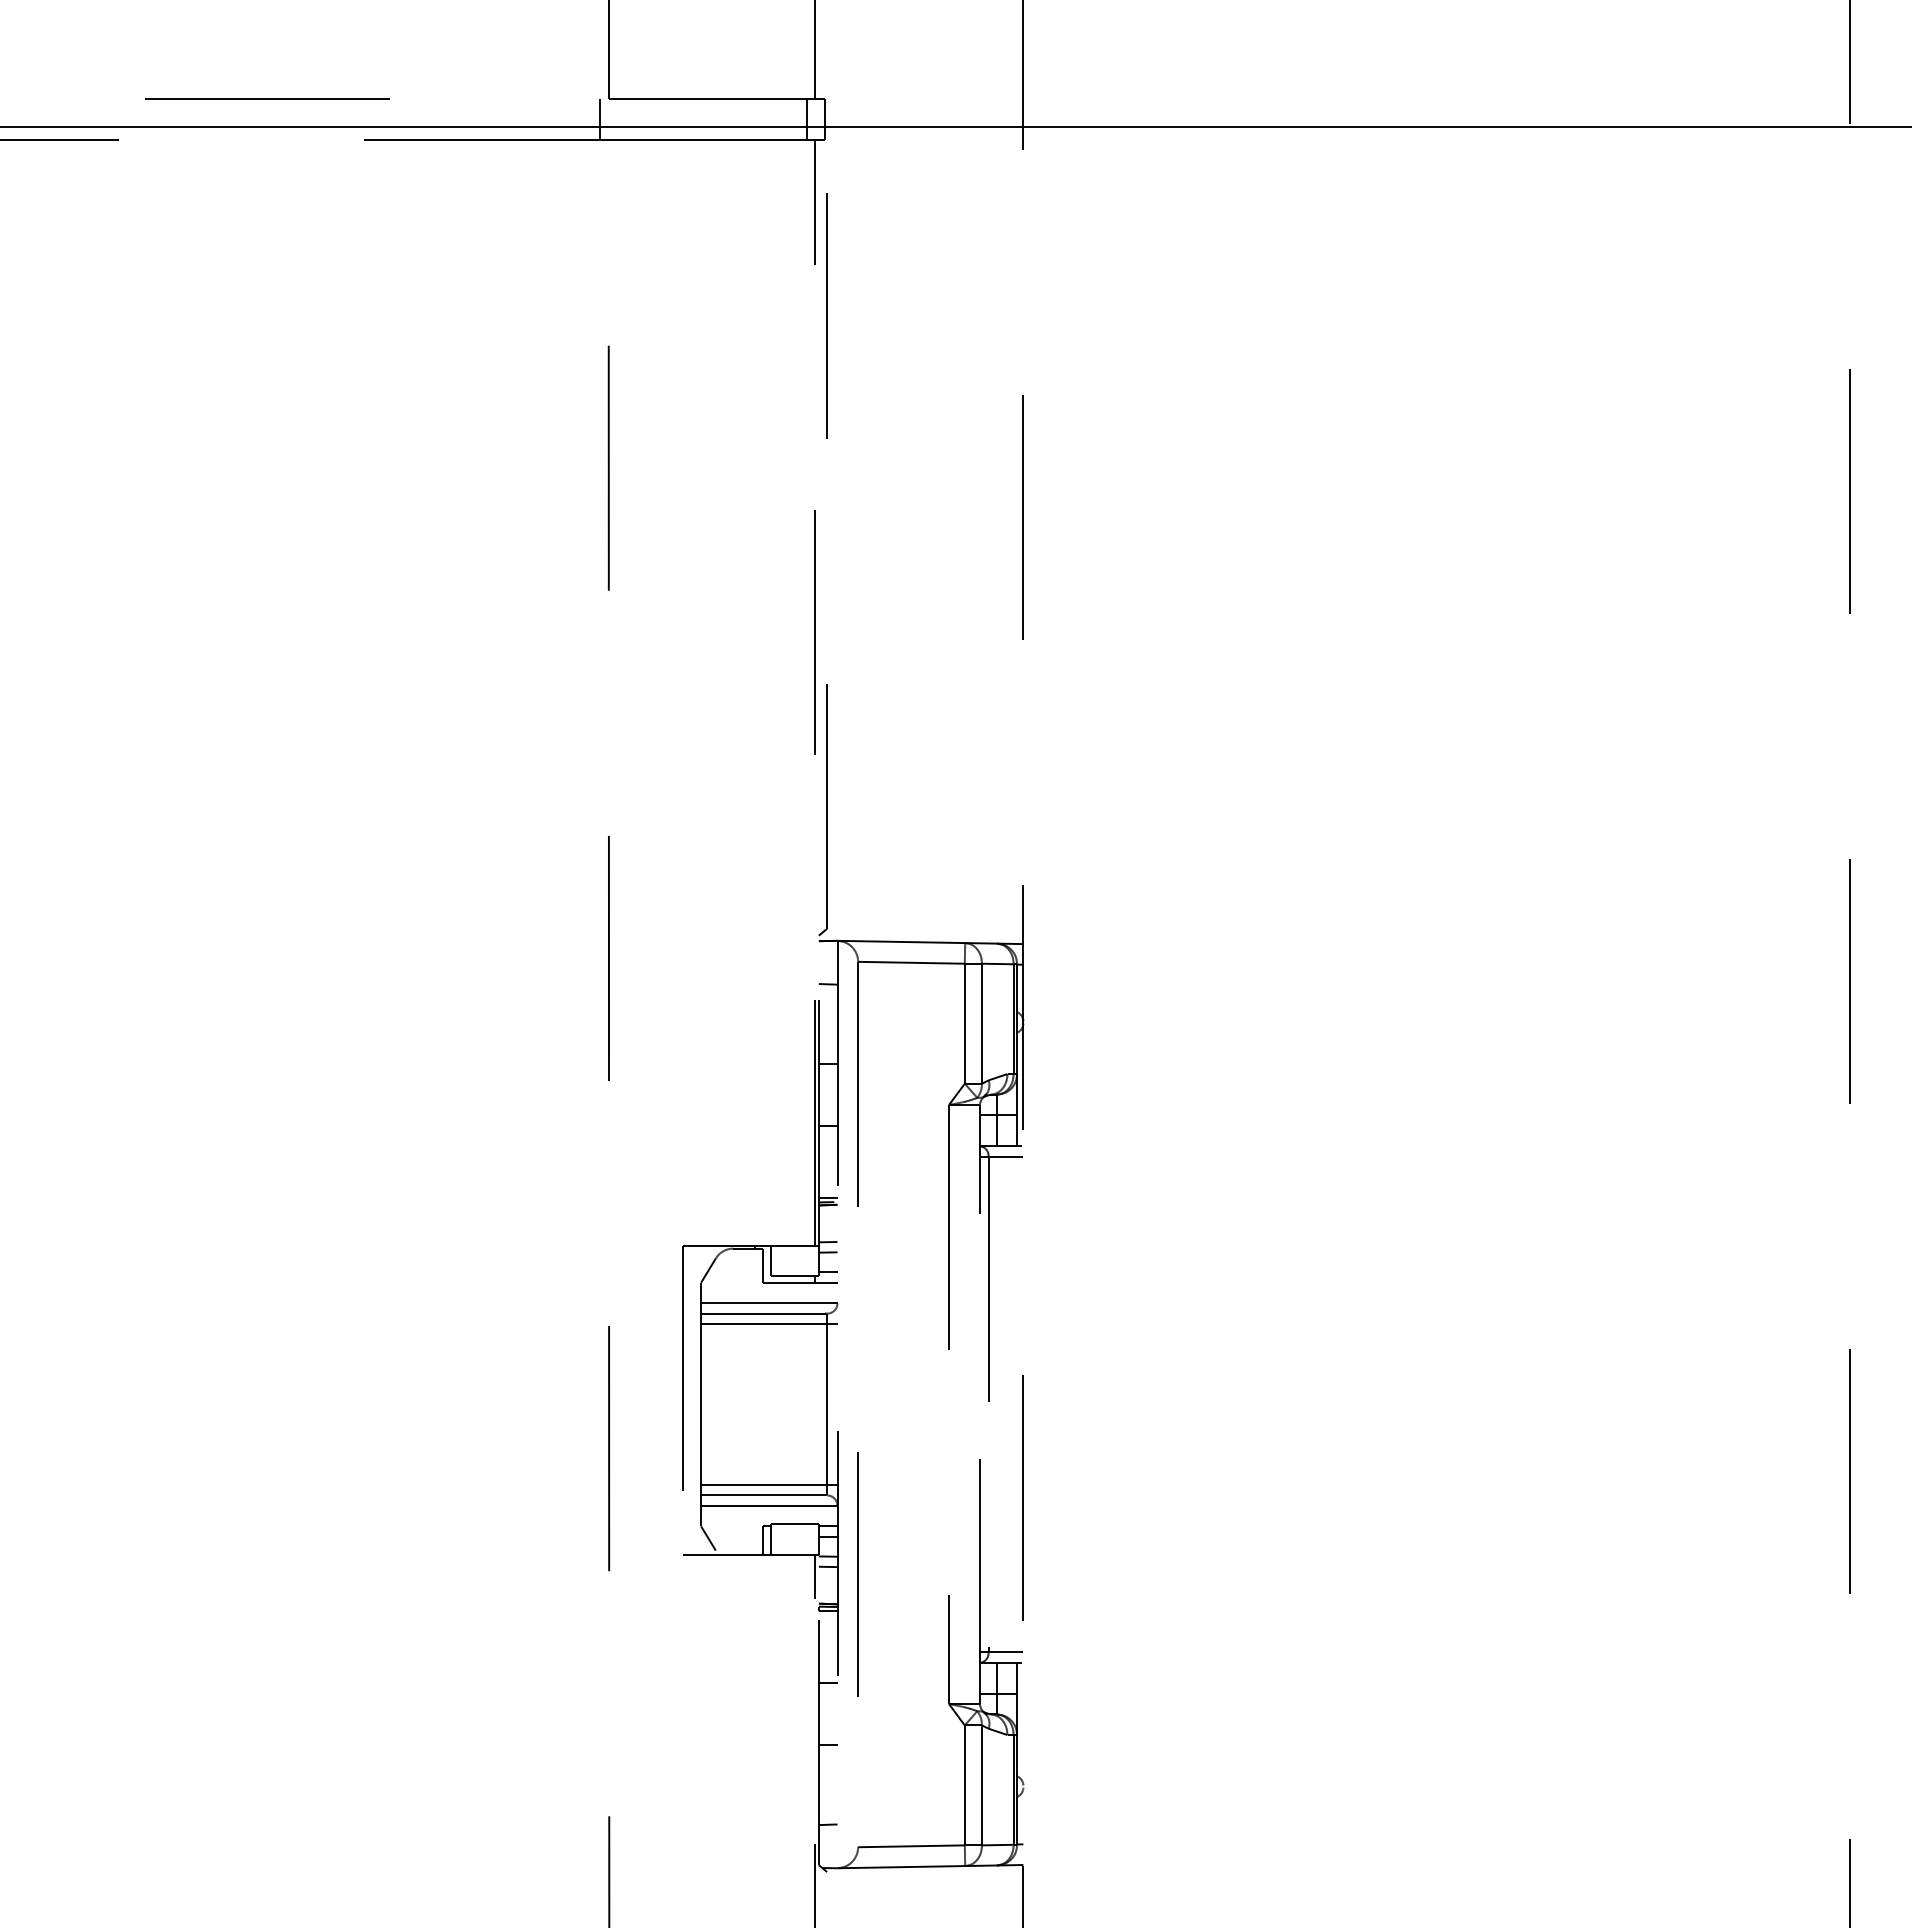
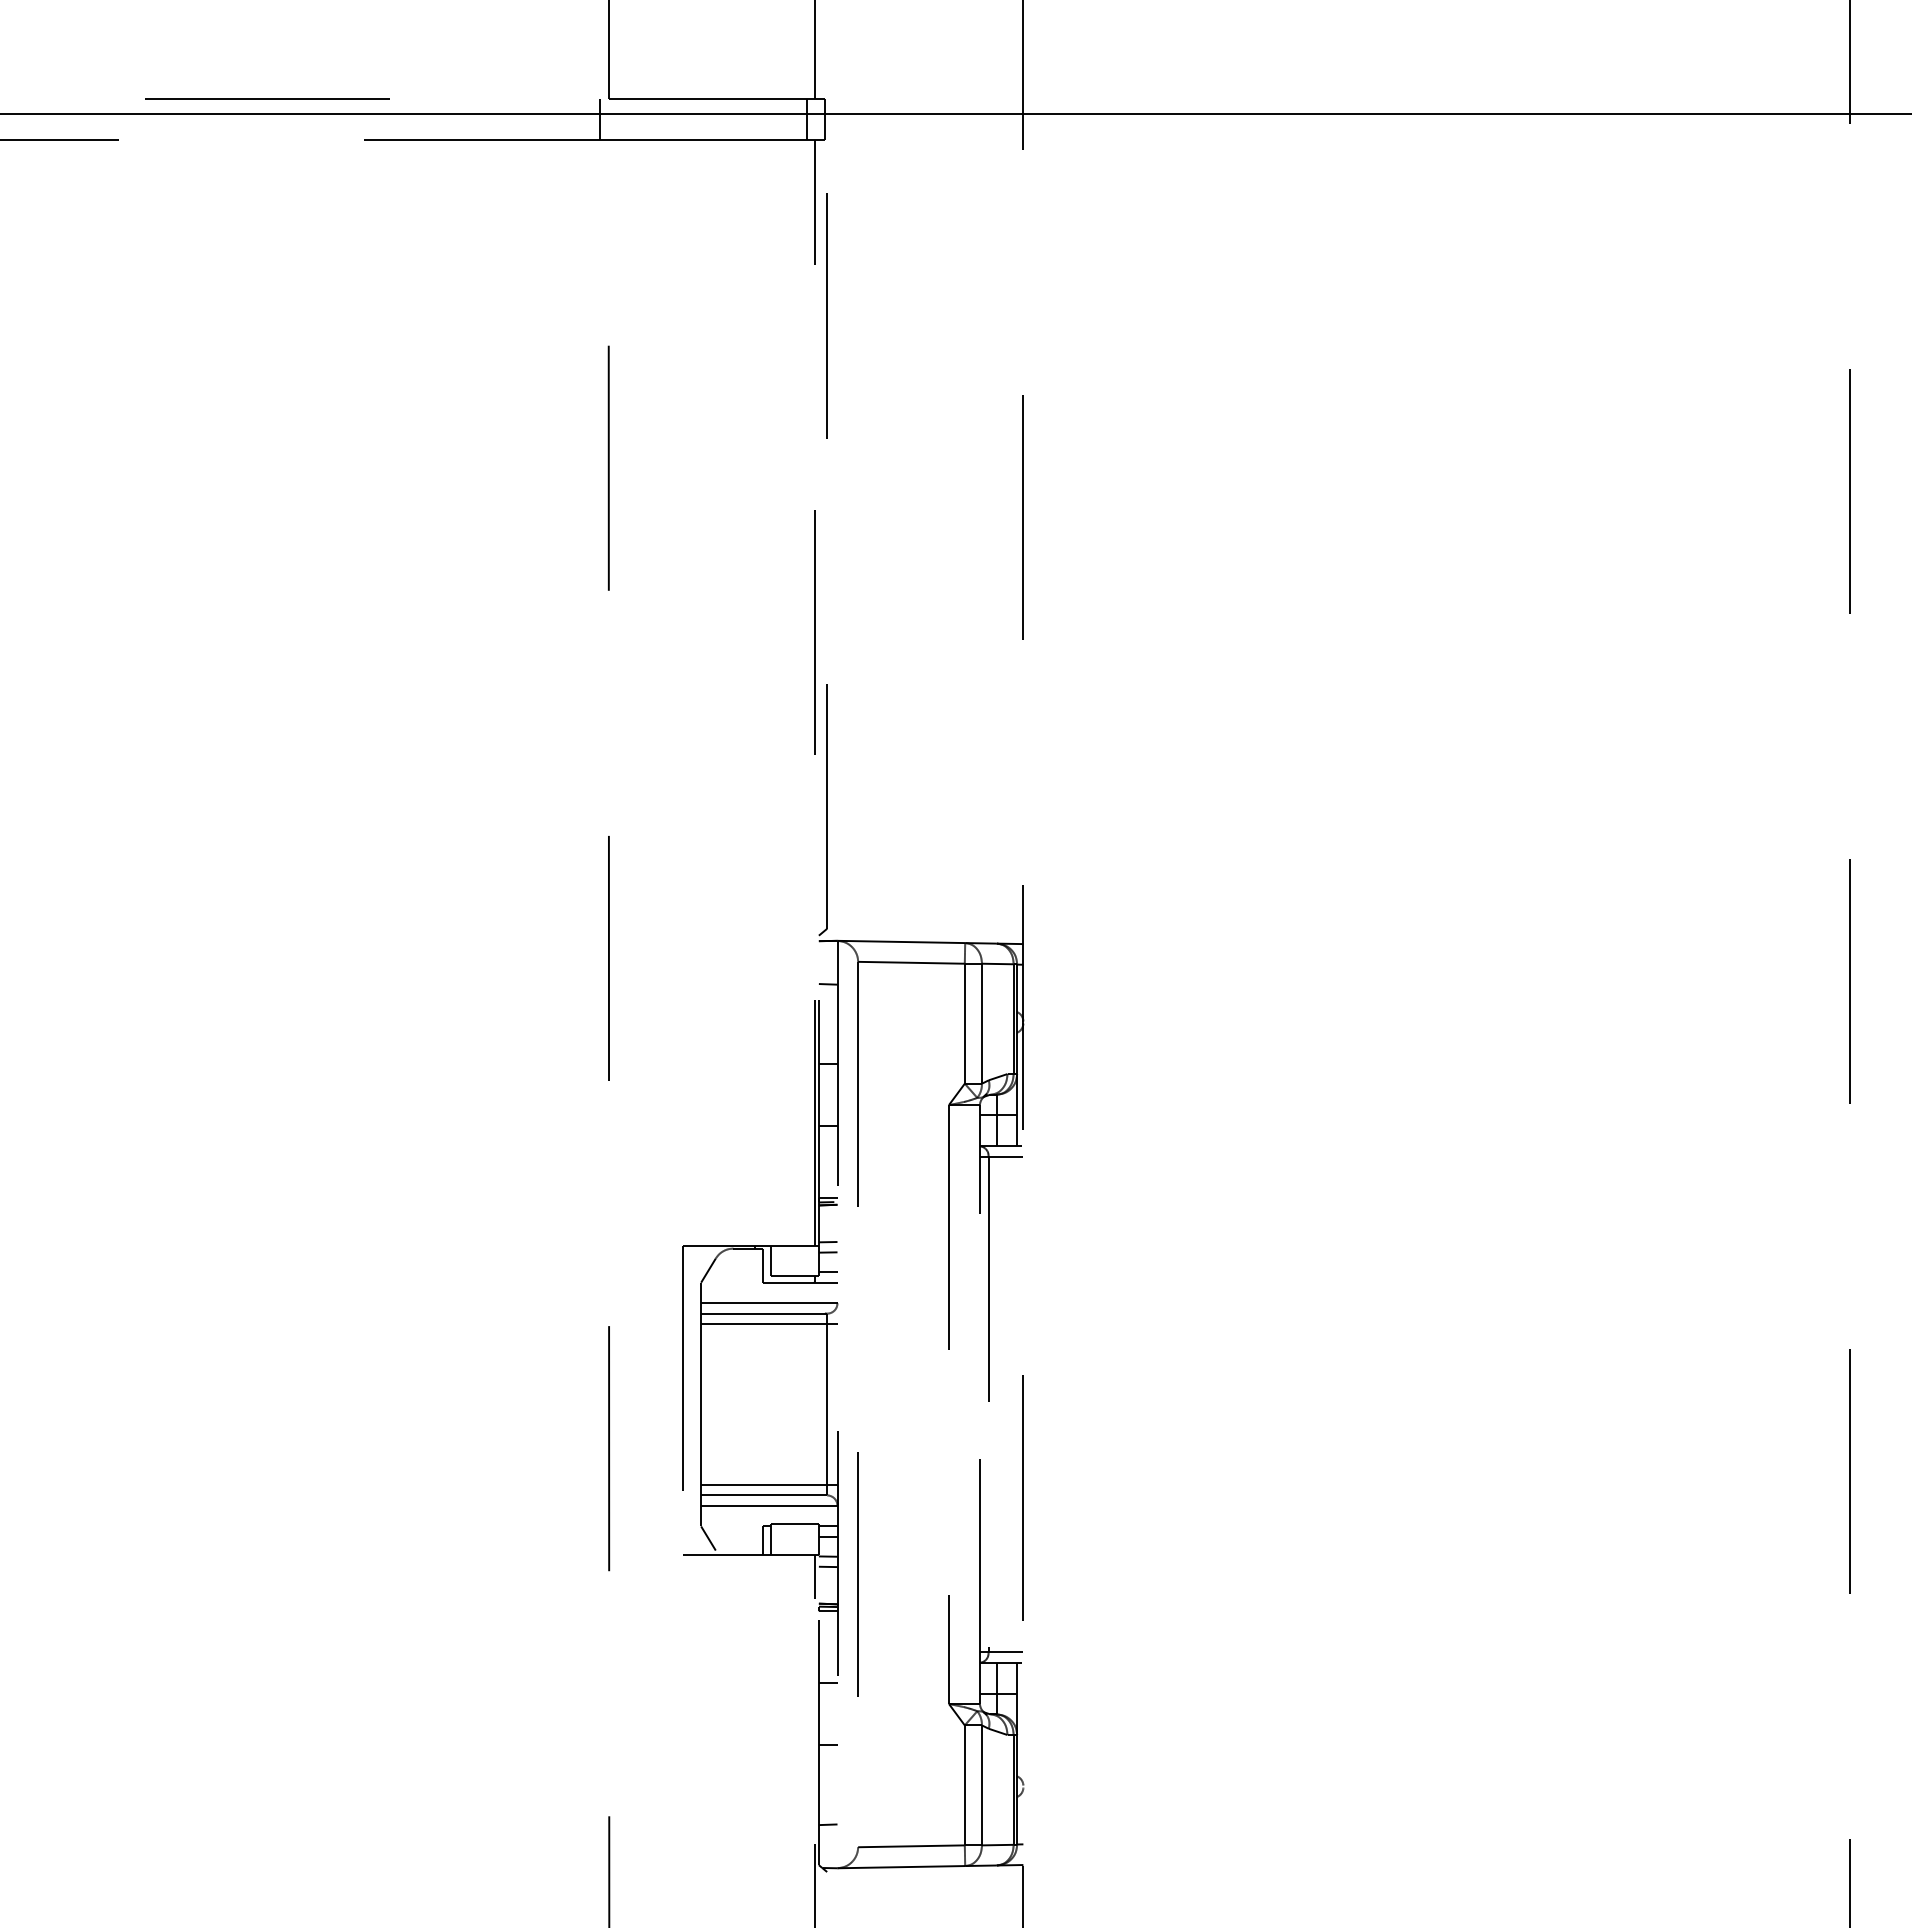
line at (955, 126) position: (955, 126) -> (955, 113)
